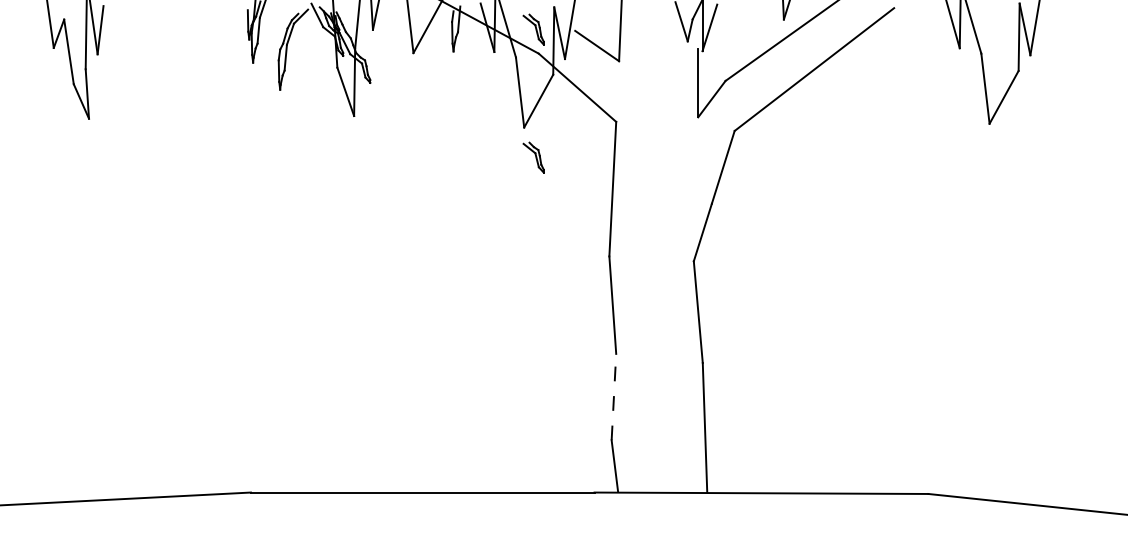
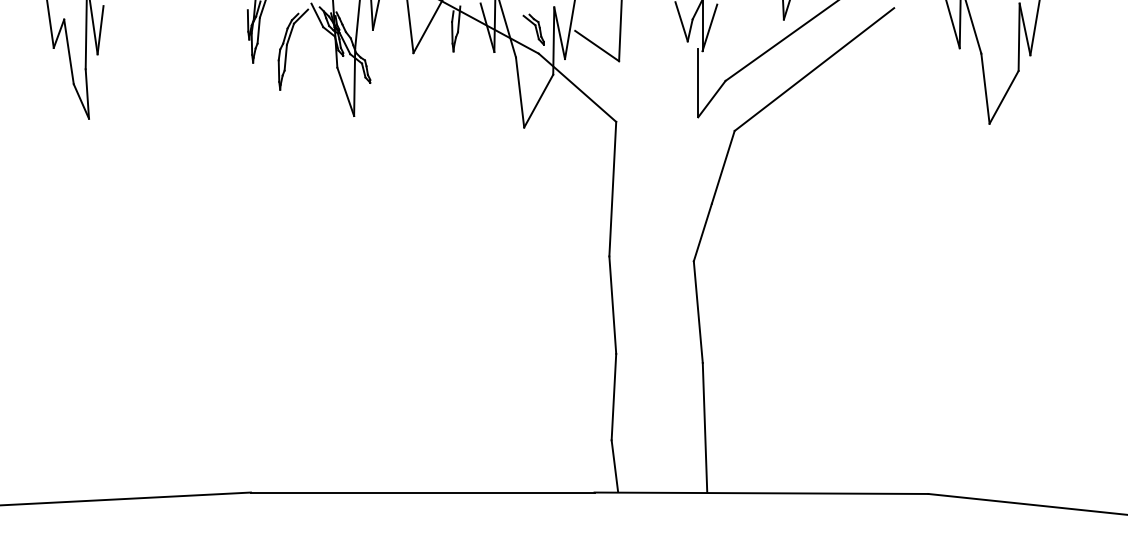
part at (533, 157): present -> none
line at (613, 396): dashed -> solid
